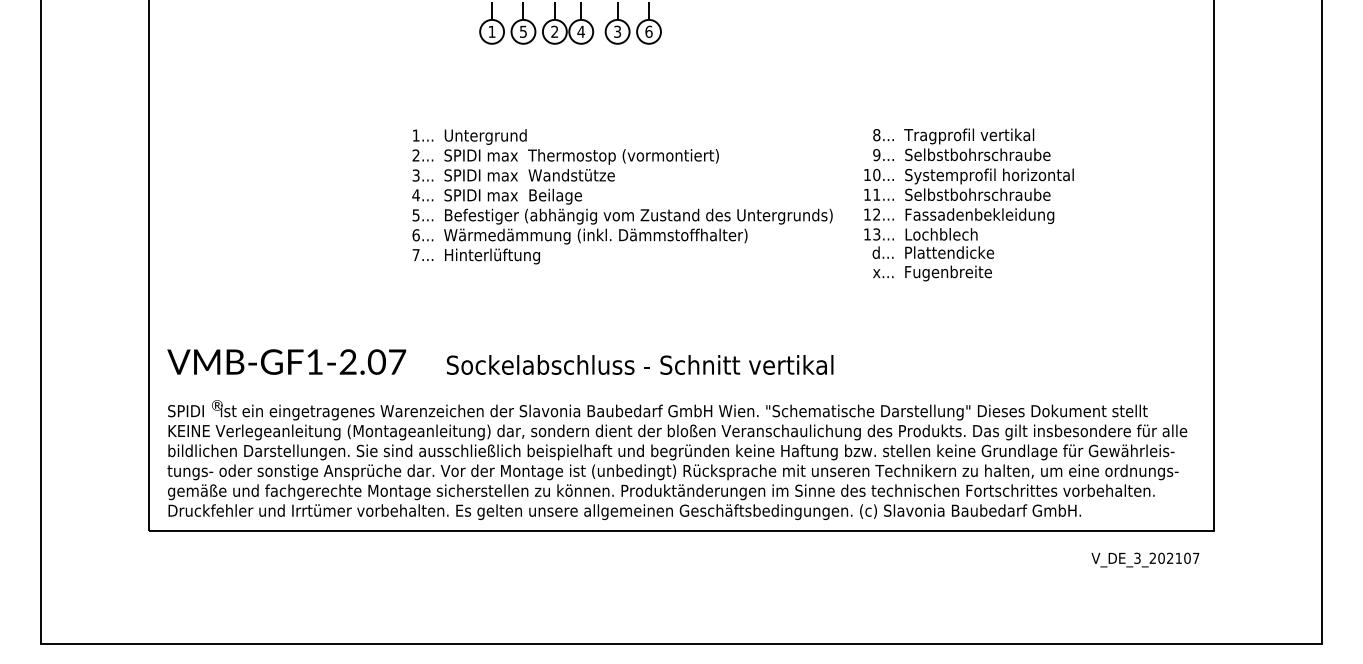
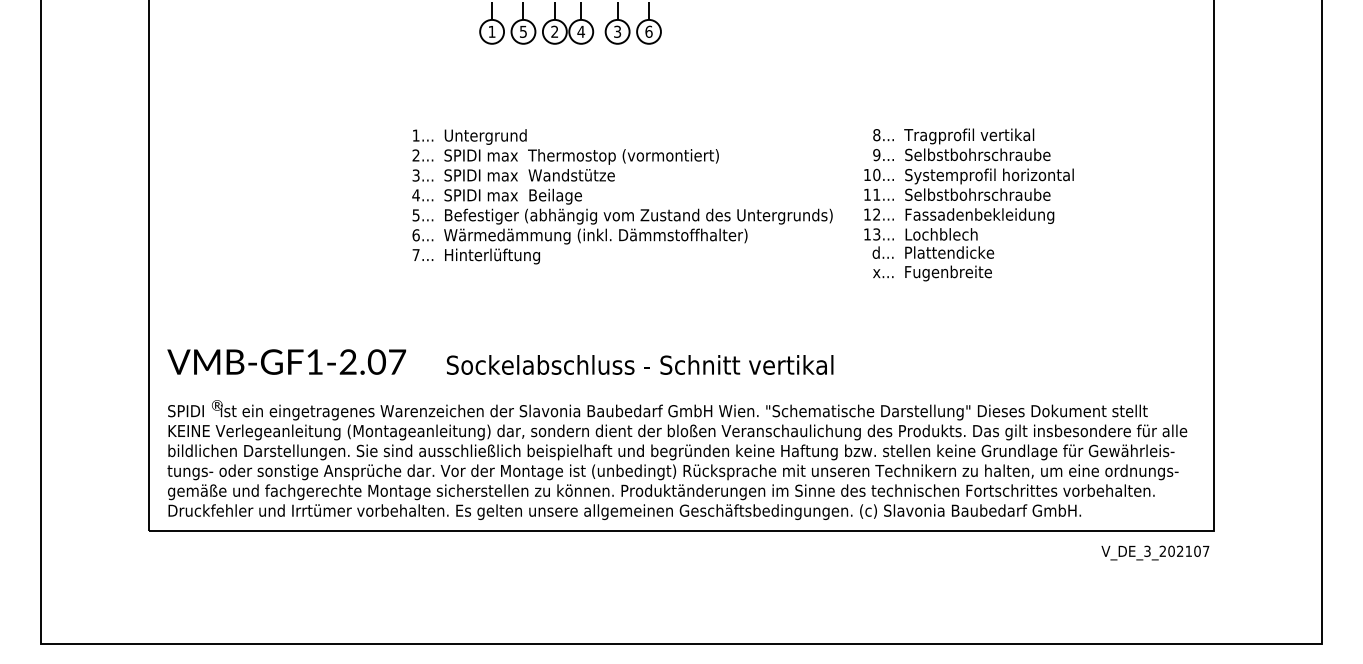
text at (1145, 559) position: (1145, 559) -> (1155, 552)
